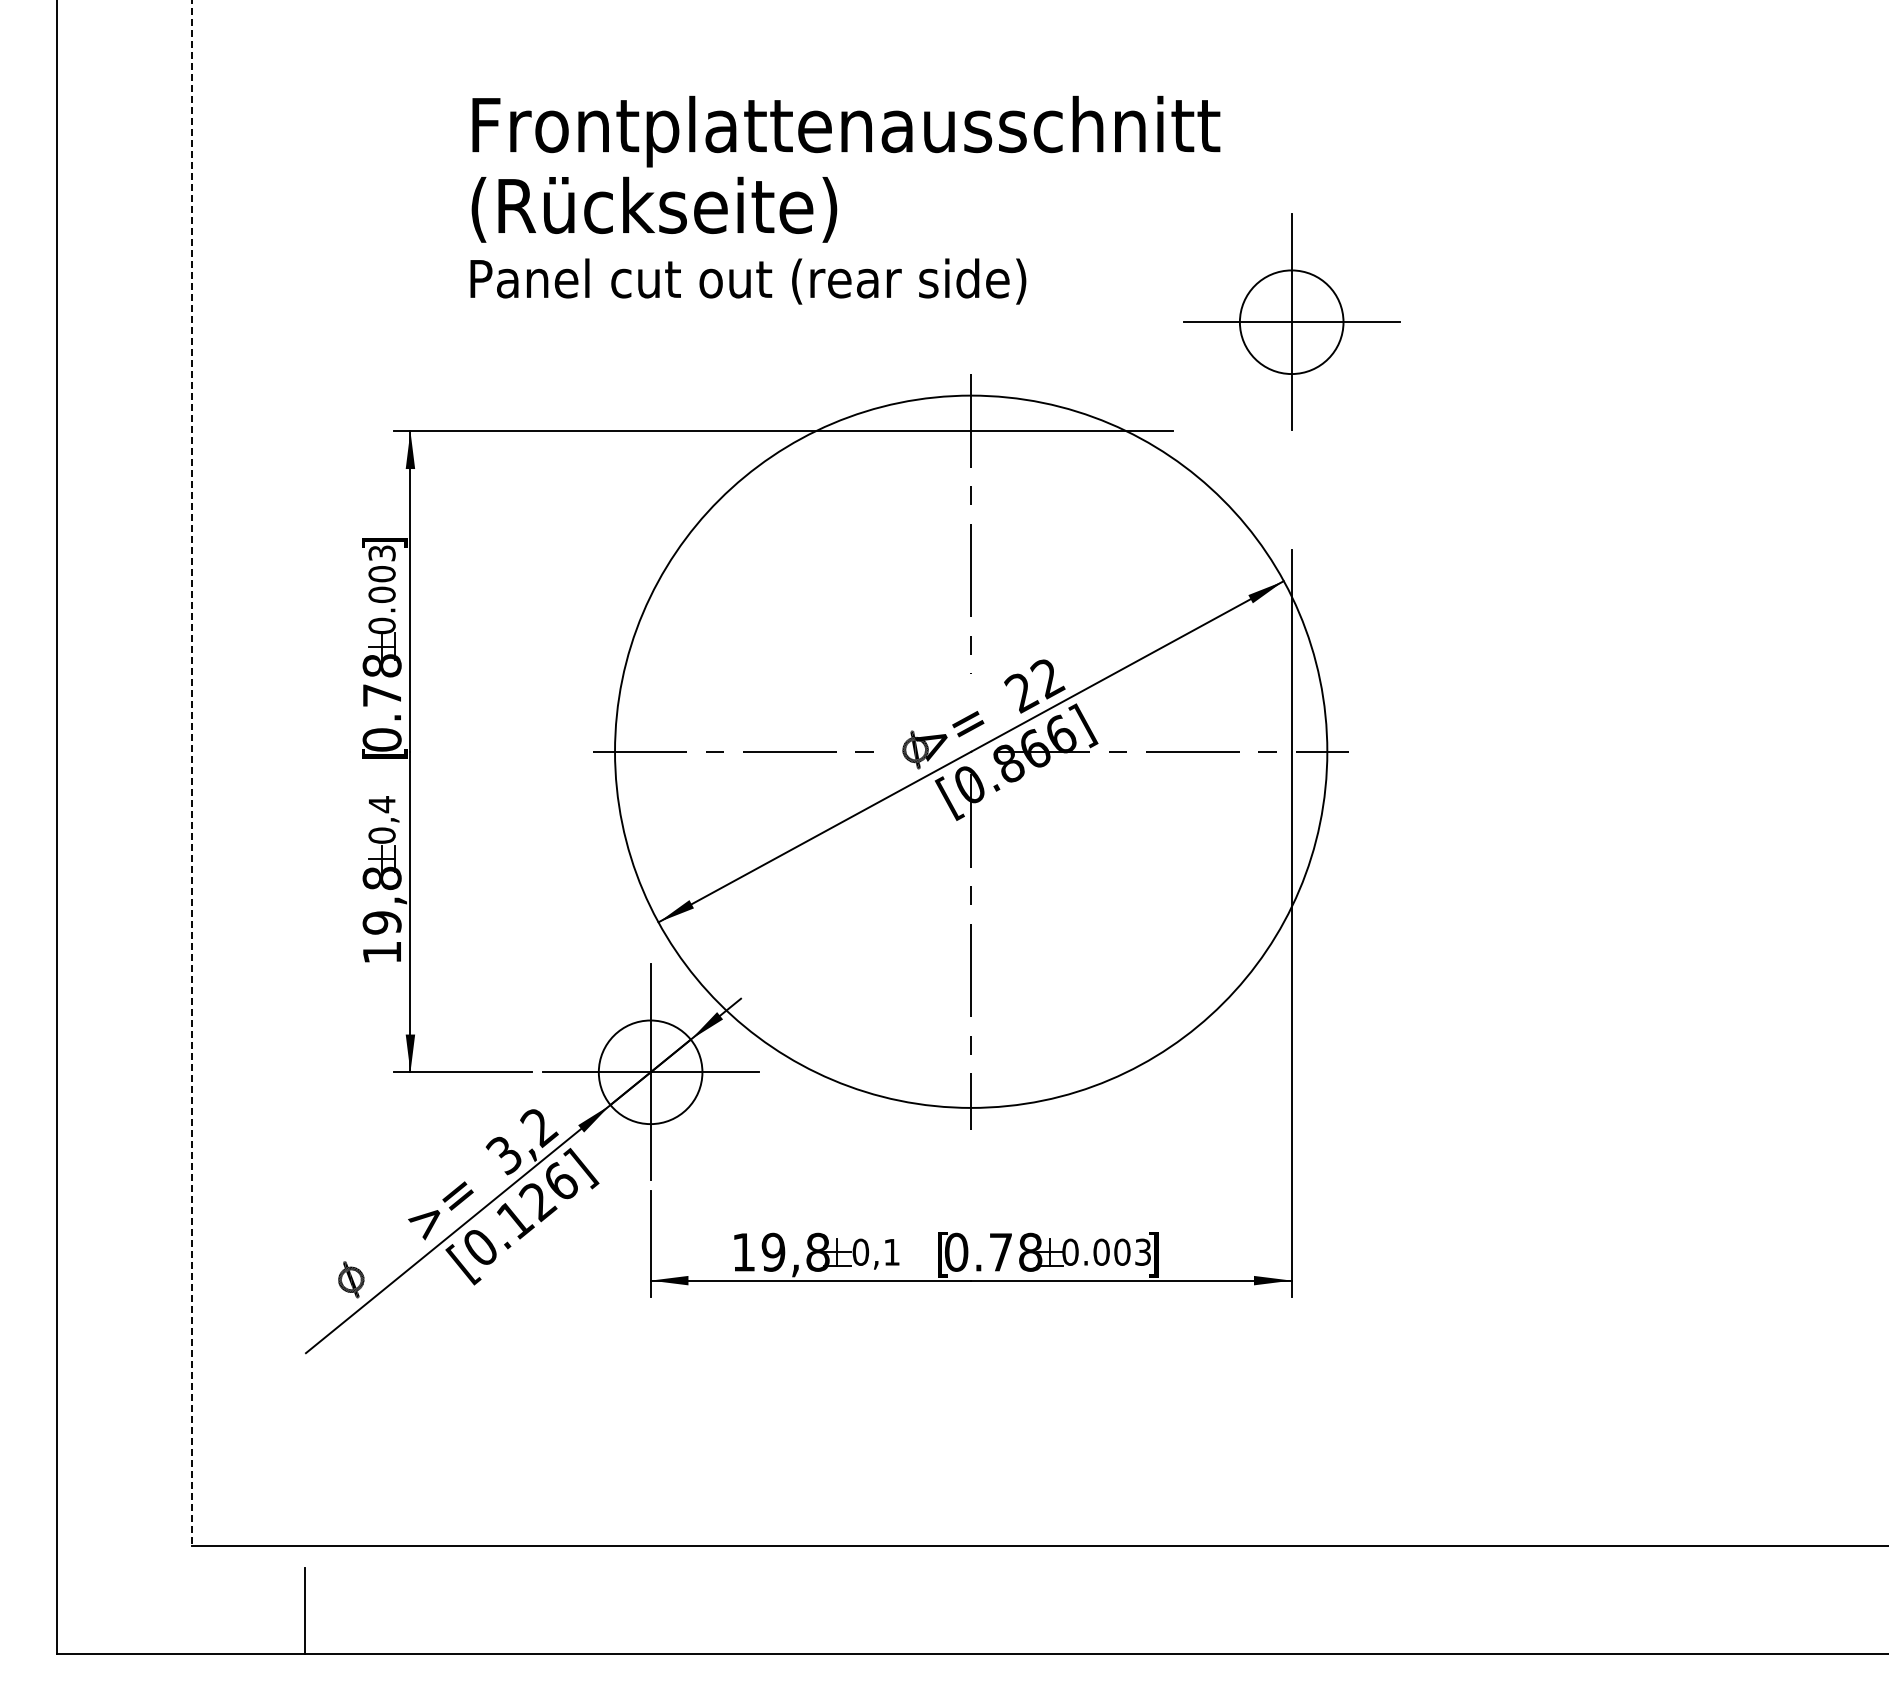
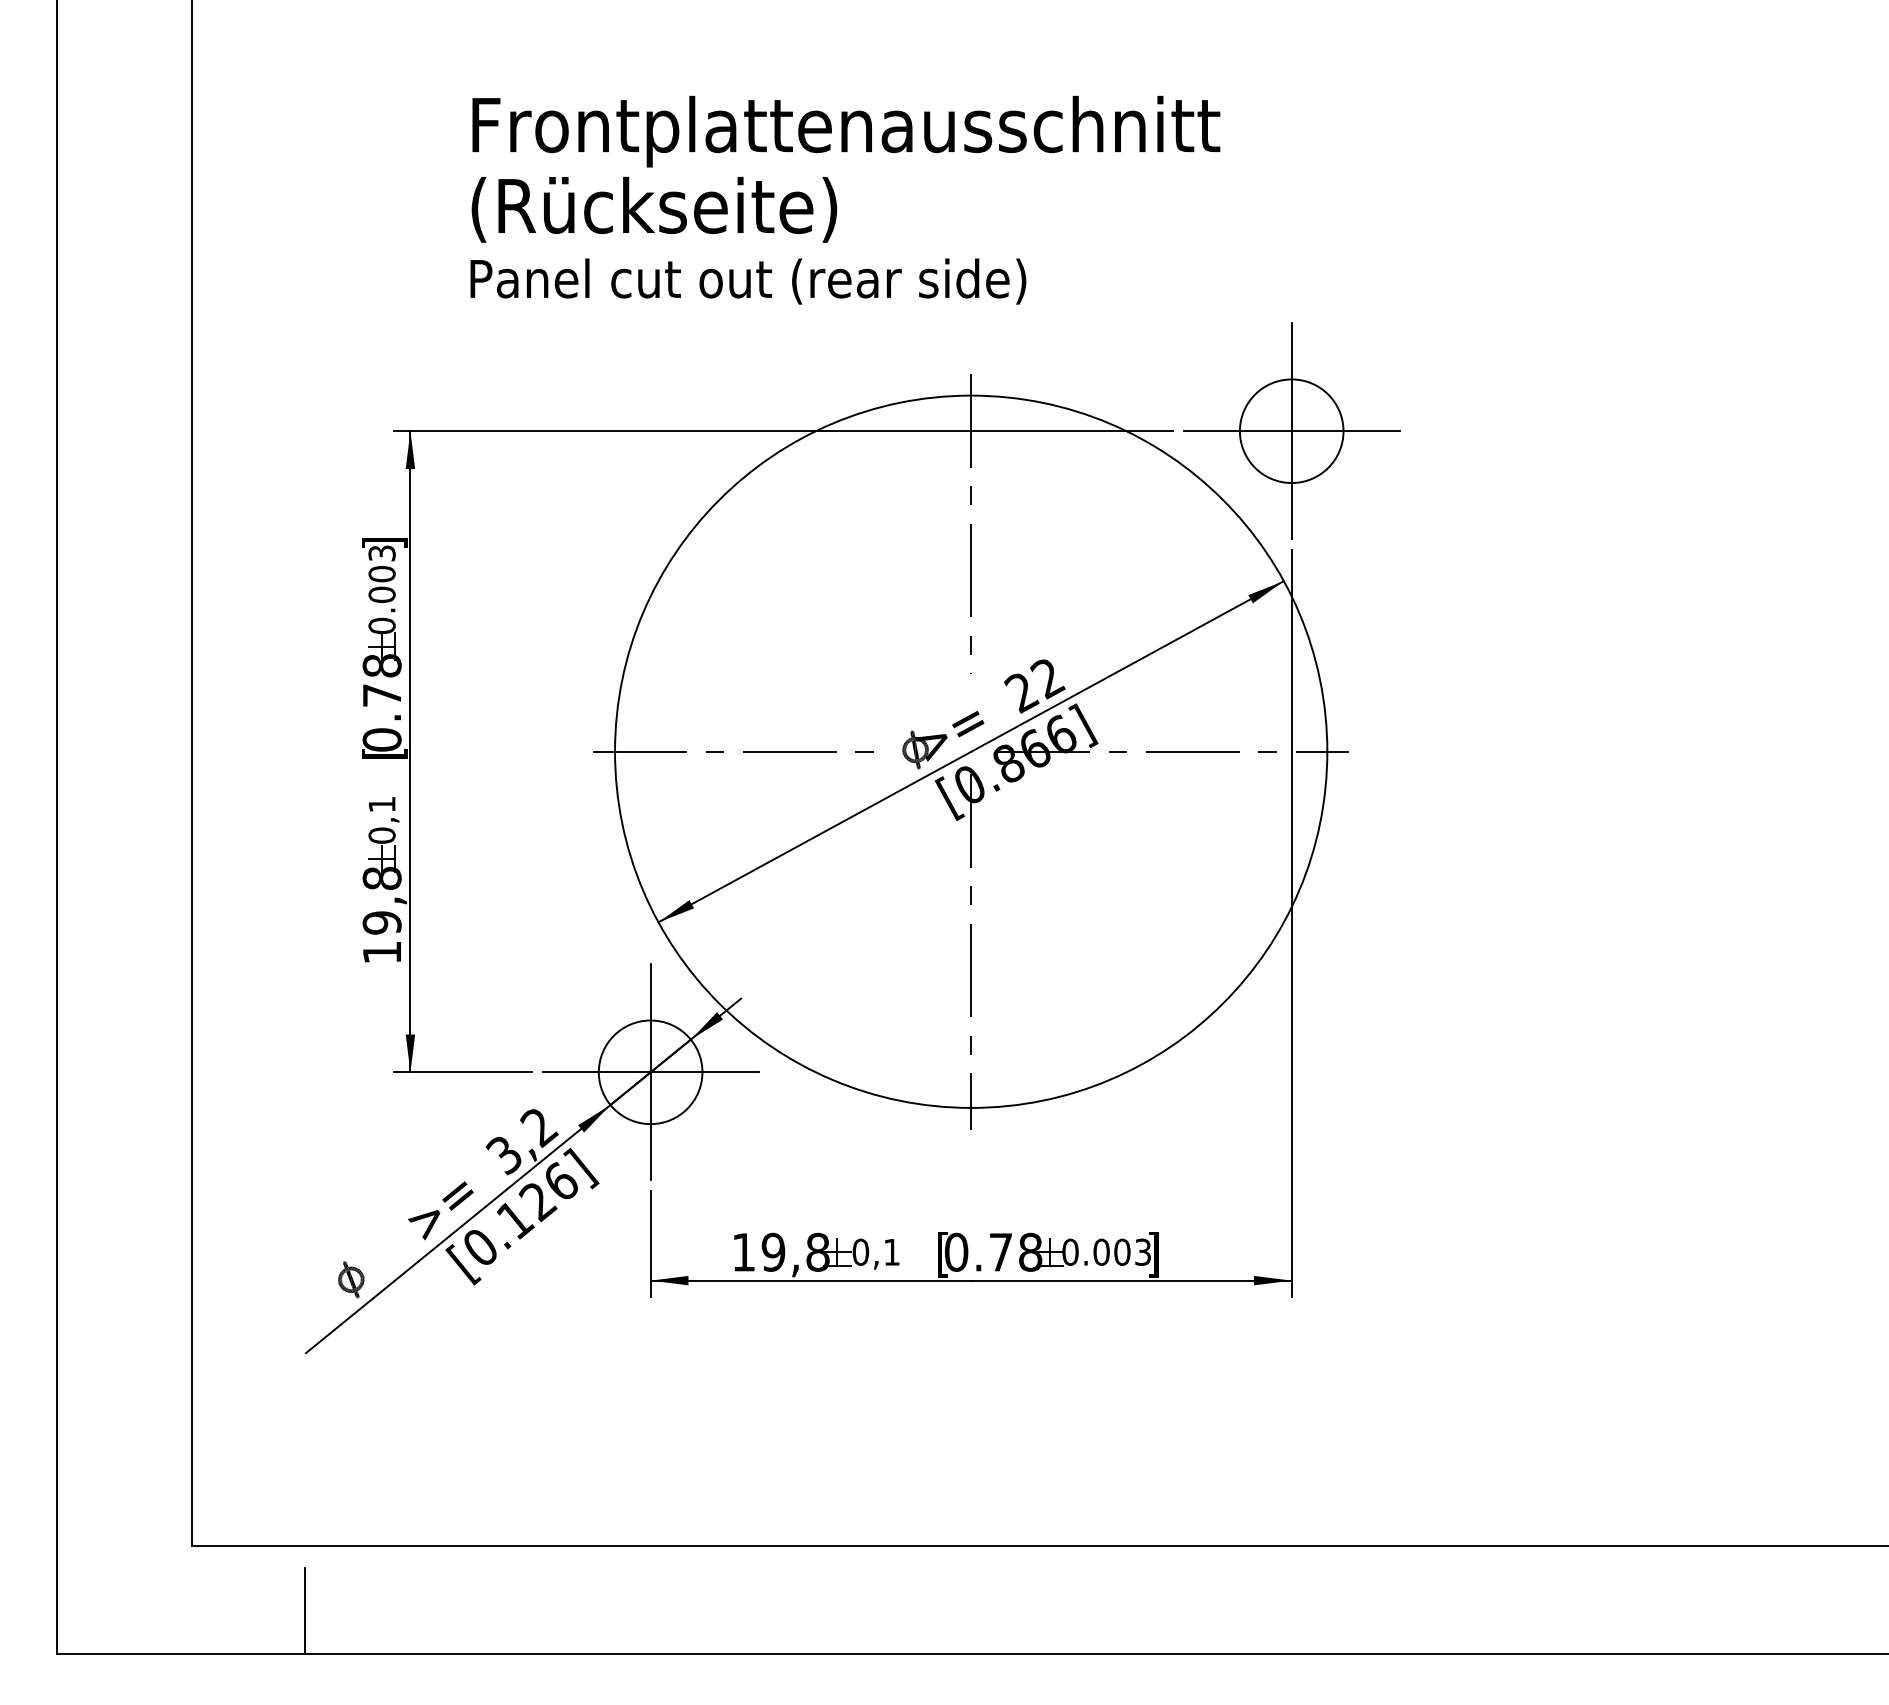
part at (1291, 321) position: (1291, 321) -> (1291, 430)
line at (191, 773): dashed -> solid
text at (381, 804): 0,4 -> 0,1
